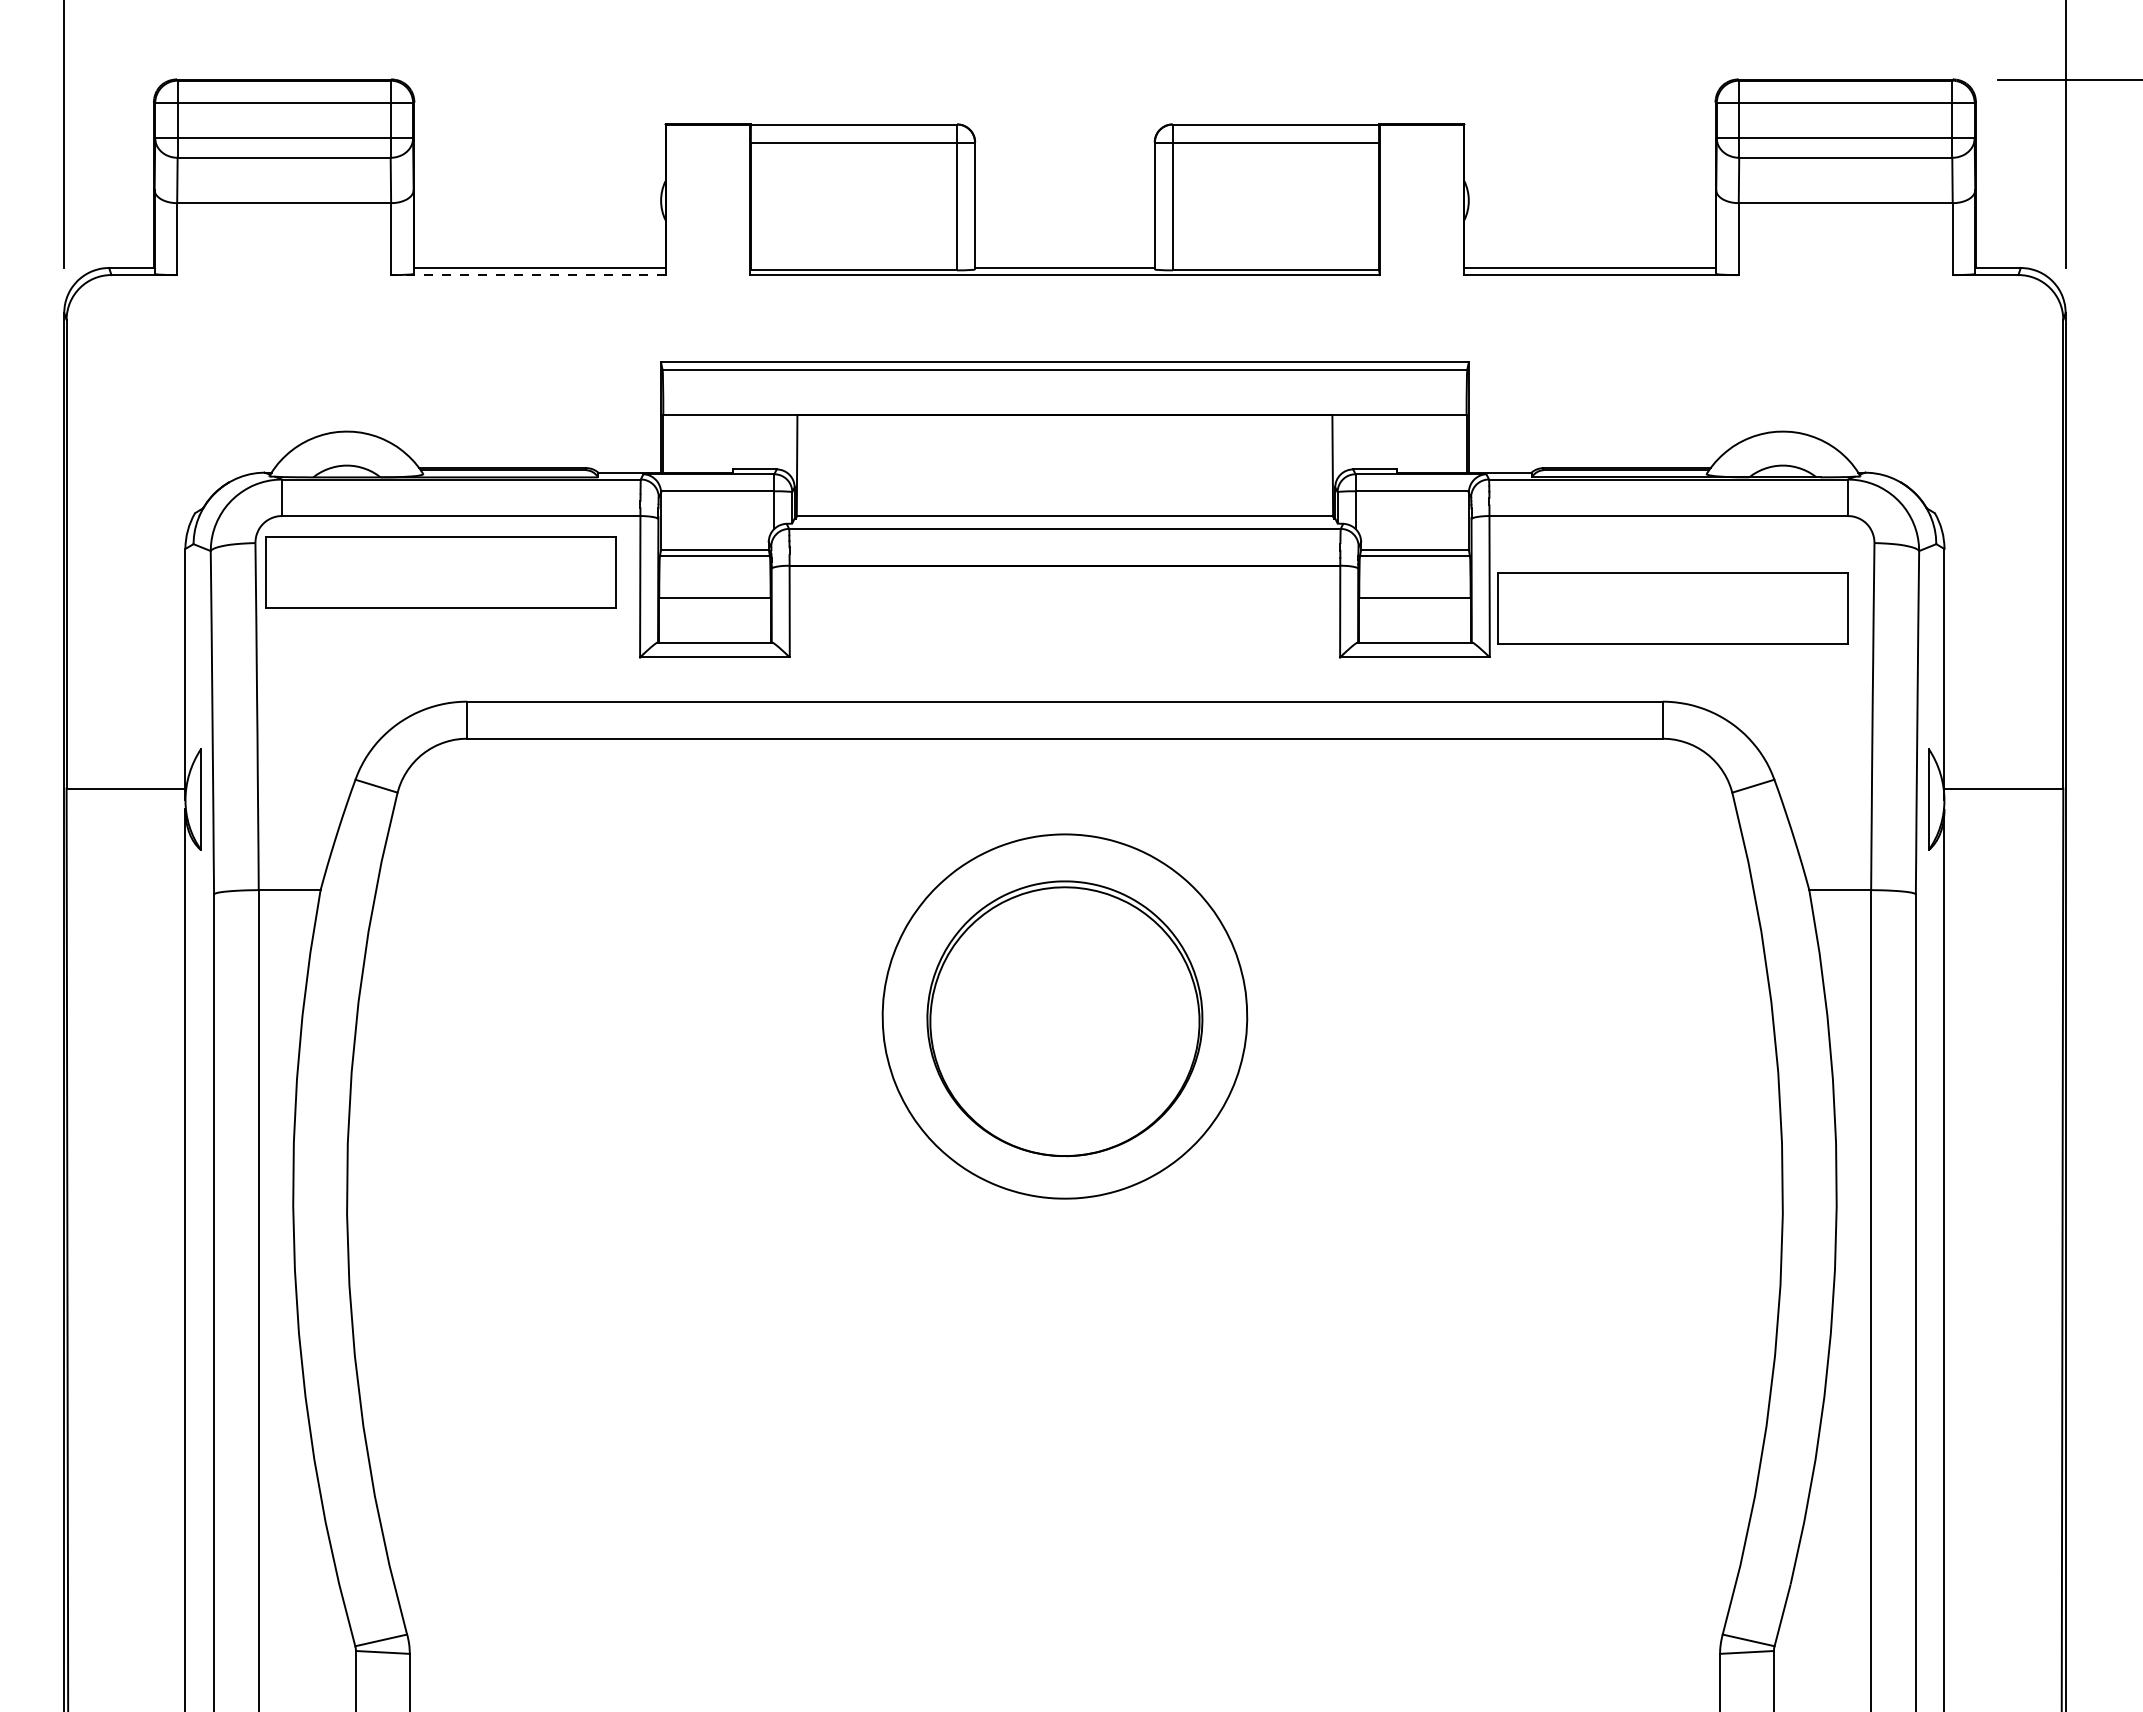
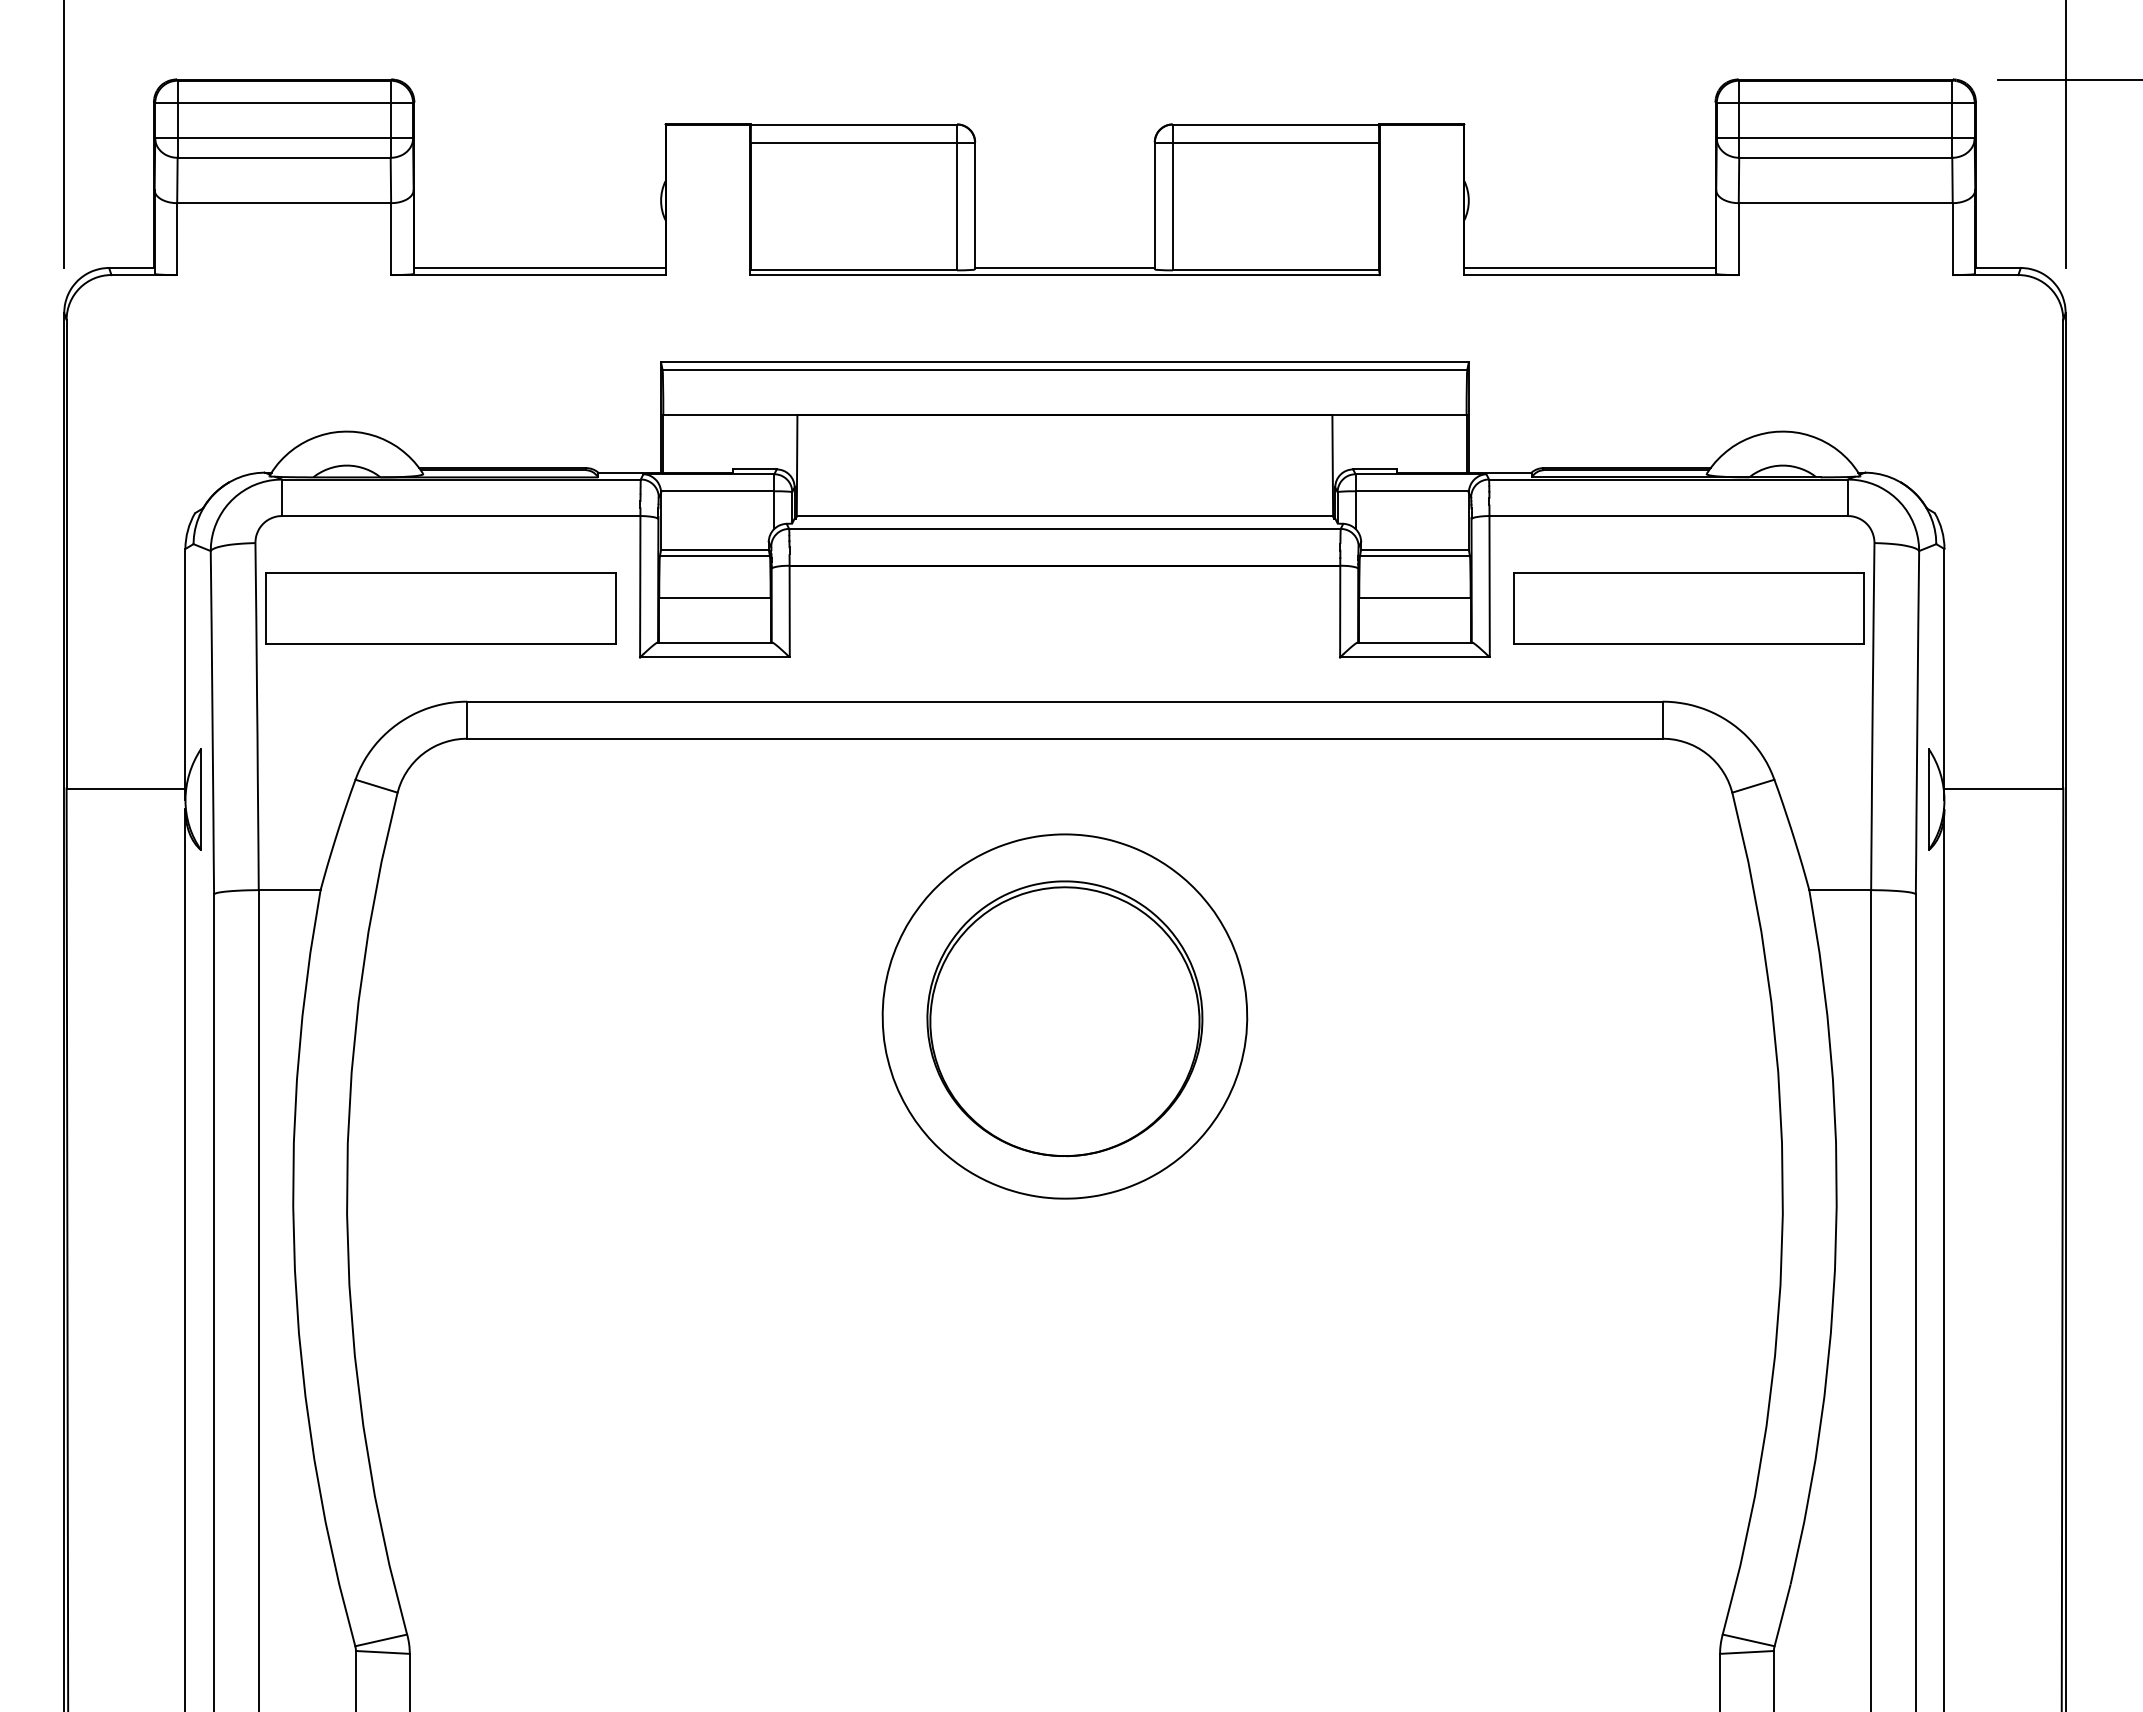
line at (528, 275): dashed -> solid
part at (440, 572) position: (440, 572) -> (440, 608)
part at (1672, 608) position: (1672, 608) -> (1688, 608)
